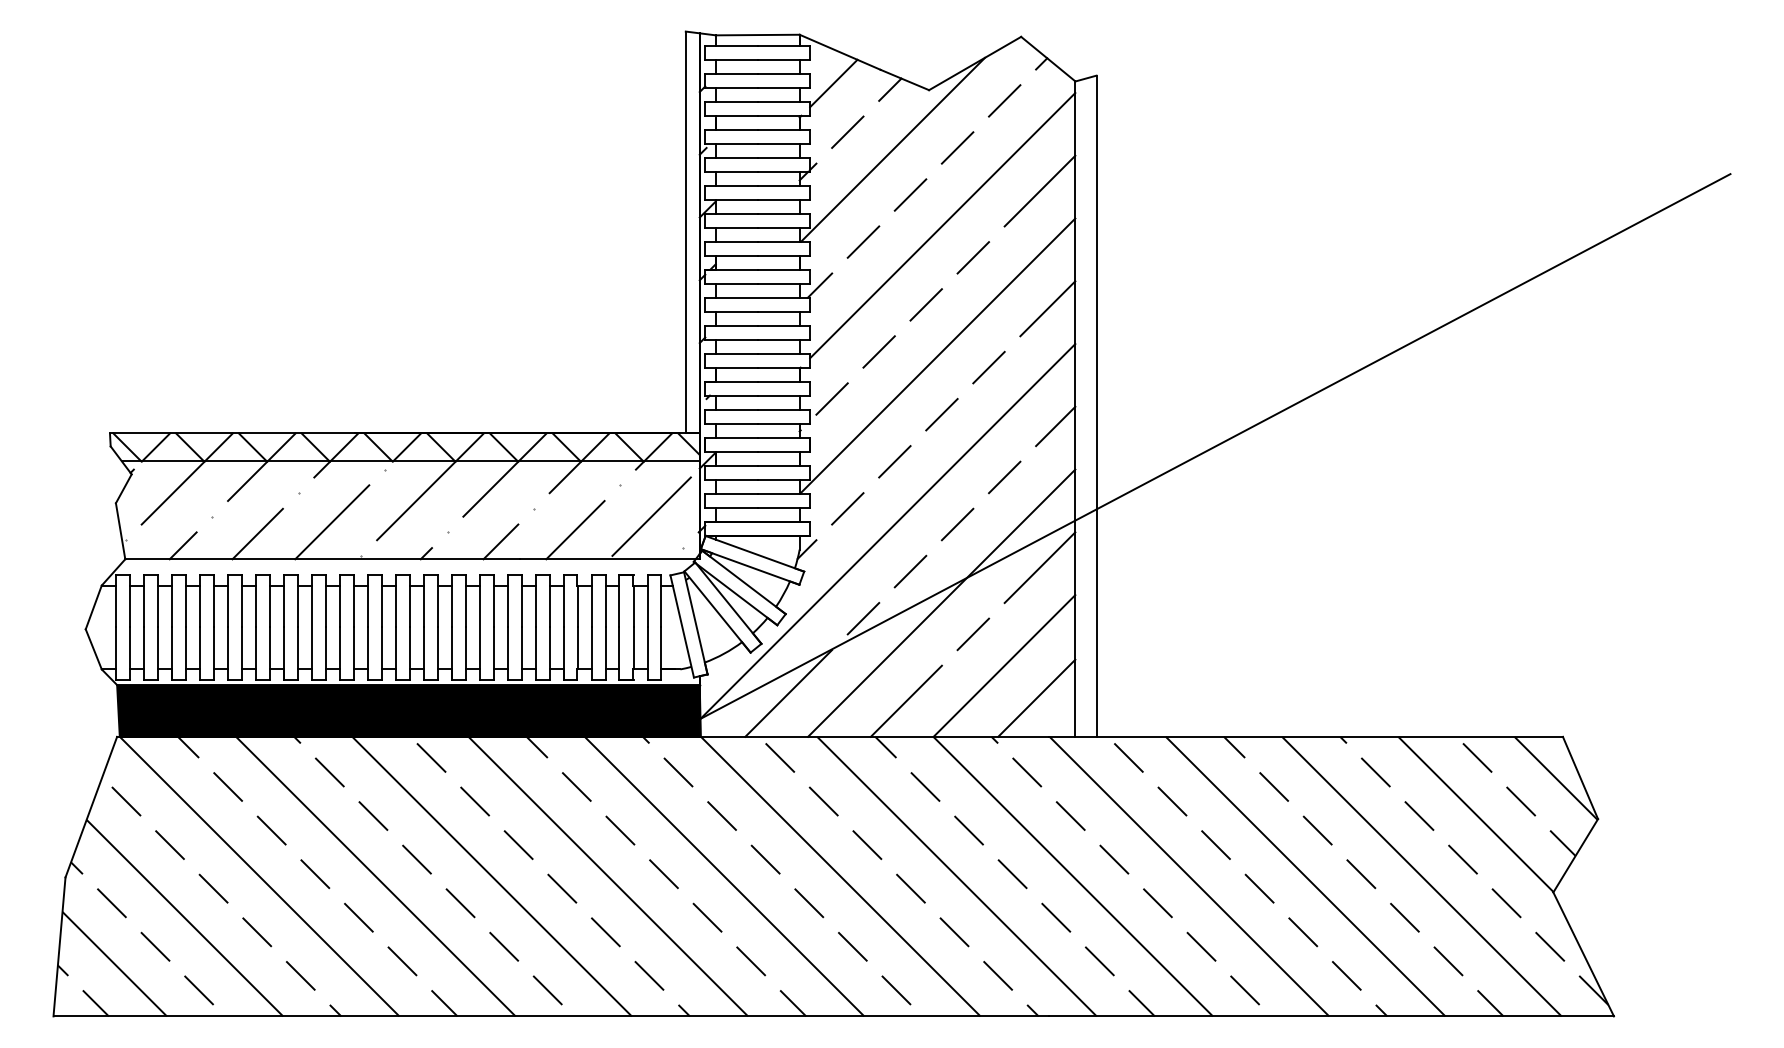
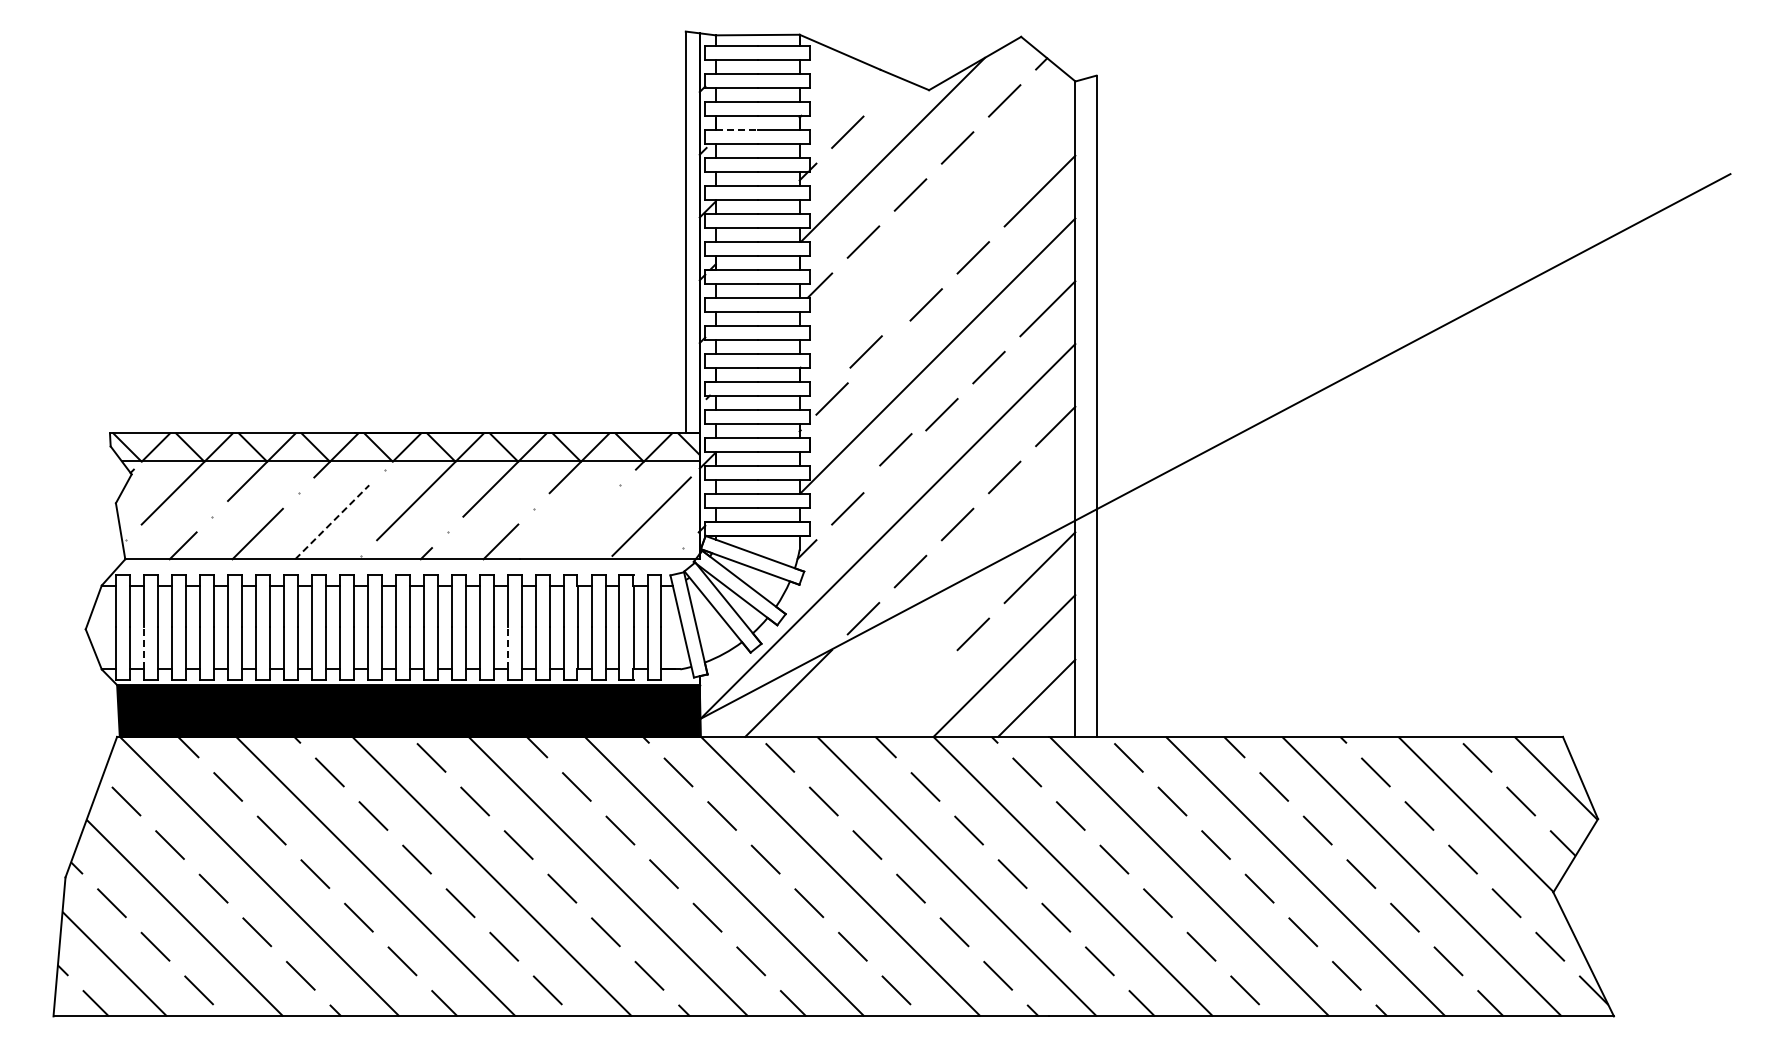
line at (833, 83): present -> none
line at (890, 89): present -> none
line at (736, 129): solid -> dashed
line at (942, 225): present -> none
line at (878, 351) position: (878, 351) -> (865, 351)
line at (894, 461) position: (894, 461) -> (895, 449)
line at (332, 521): solid -> dashed
line at (575, 530): present -> none
line at (941, 602): present -> none
line at (143, 648): solid -> dashed
line at (507, 648): solid -> dashed
line at (905, 700): present -> none
